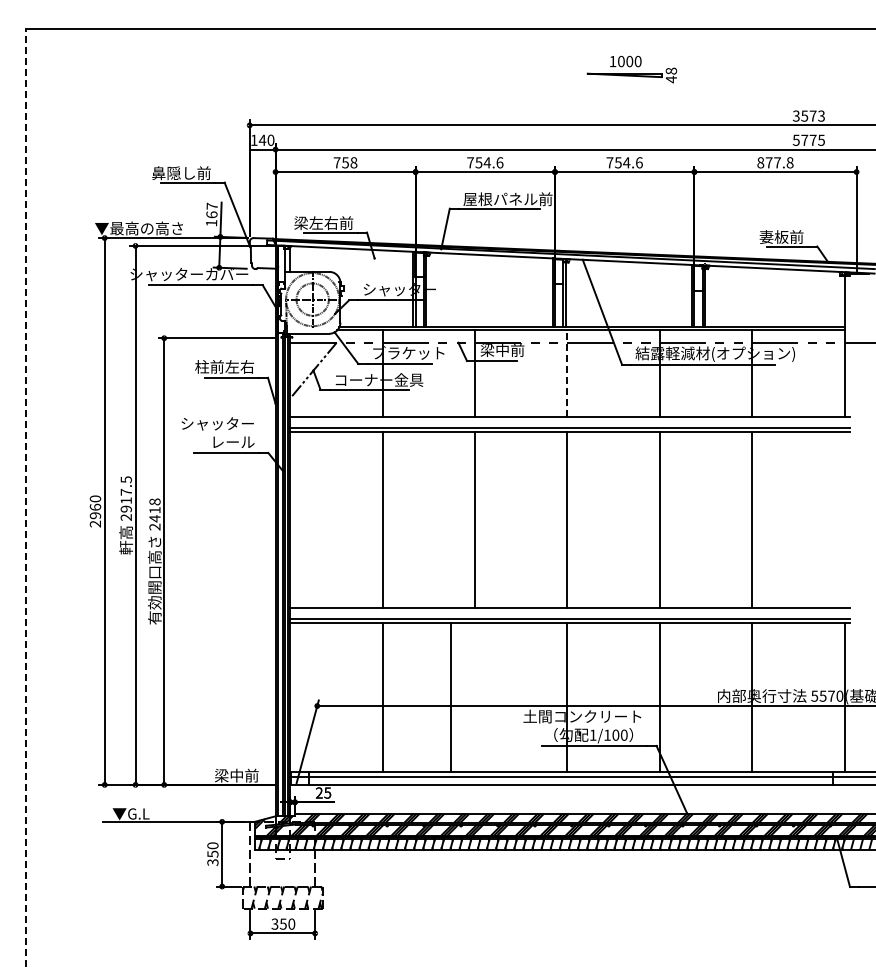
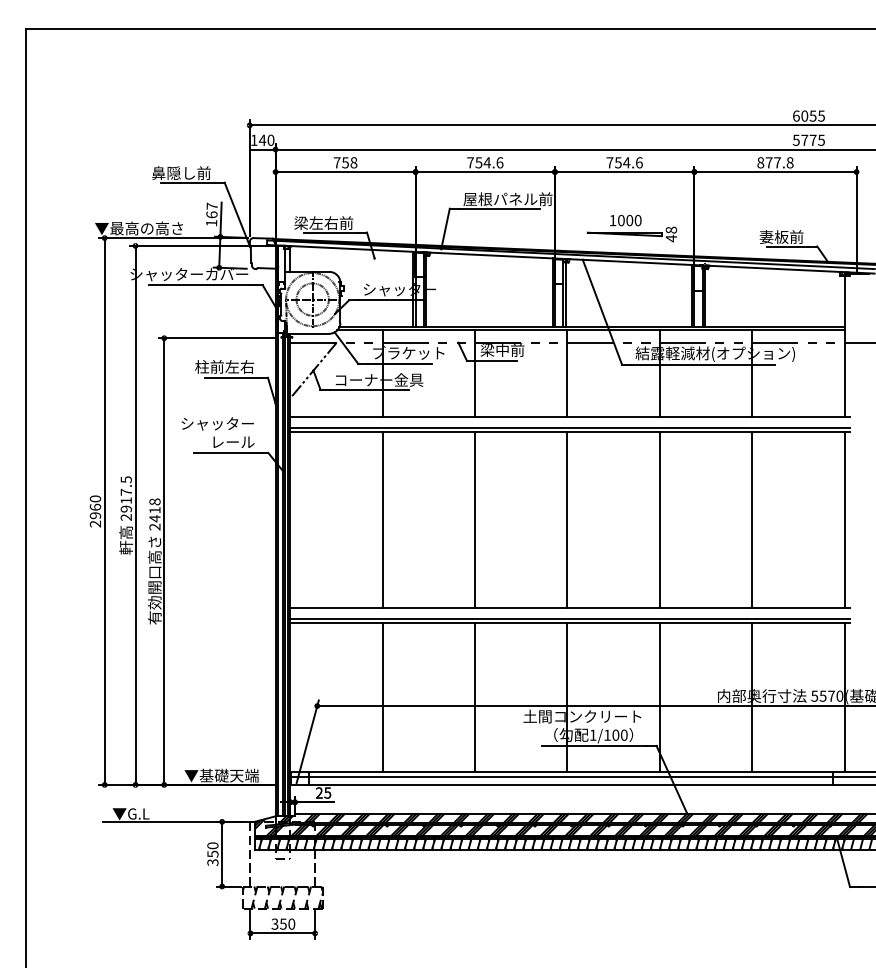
part at (631, 69) position: (631, 69) -> (631, 228)
text at (808, 115): 3573 -> 6055
line at (567, 373): dashed -> solid
line at (26, 497): dashed -> solid
line at (844, 519): none -> present
line at (451, 696) position: (451, 696) -> (475, 696)
text at (221, 775): 梁中前 -> ▼基礎天端
